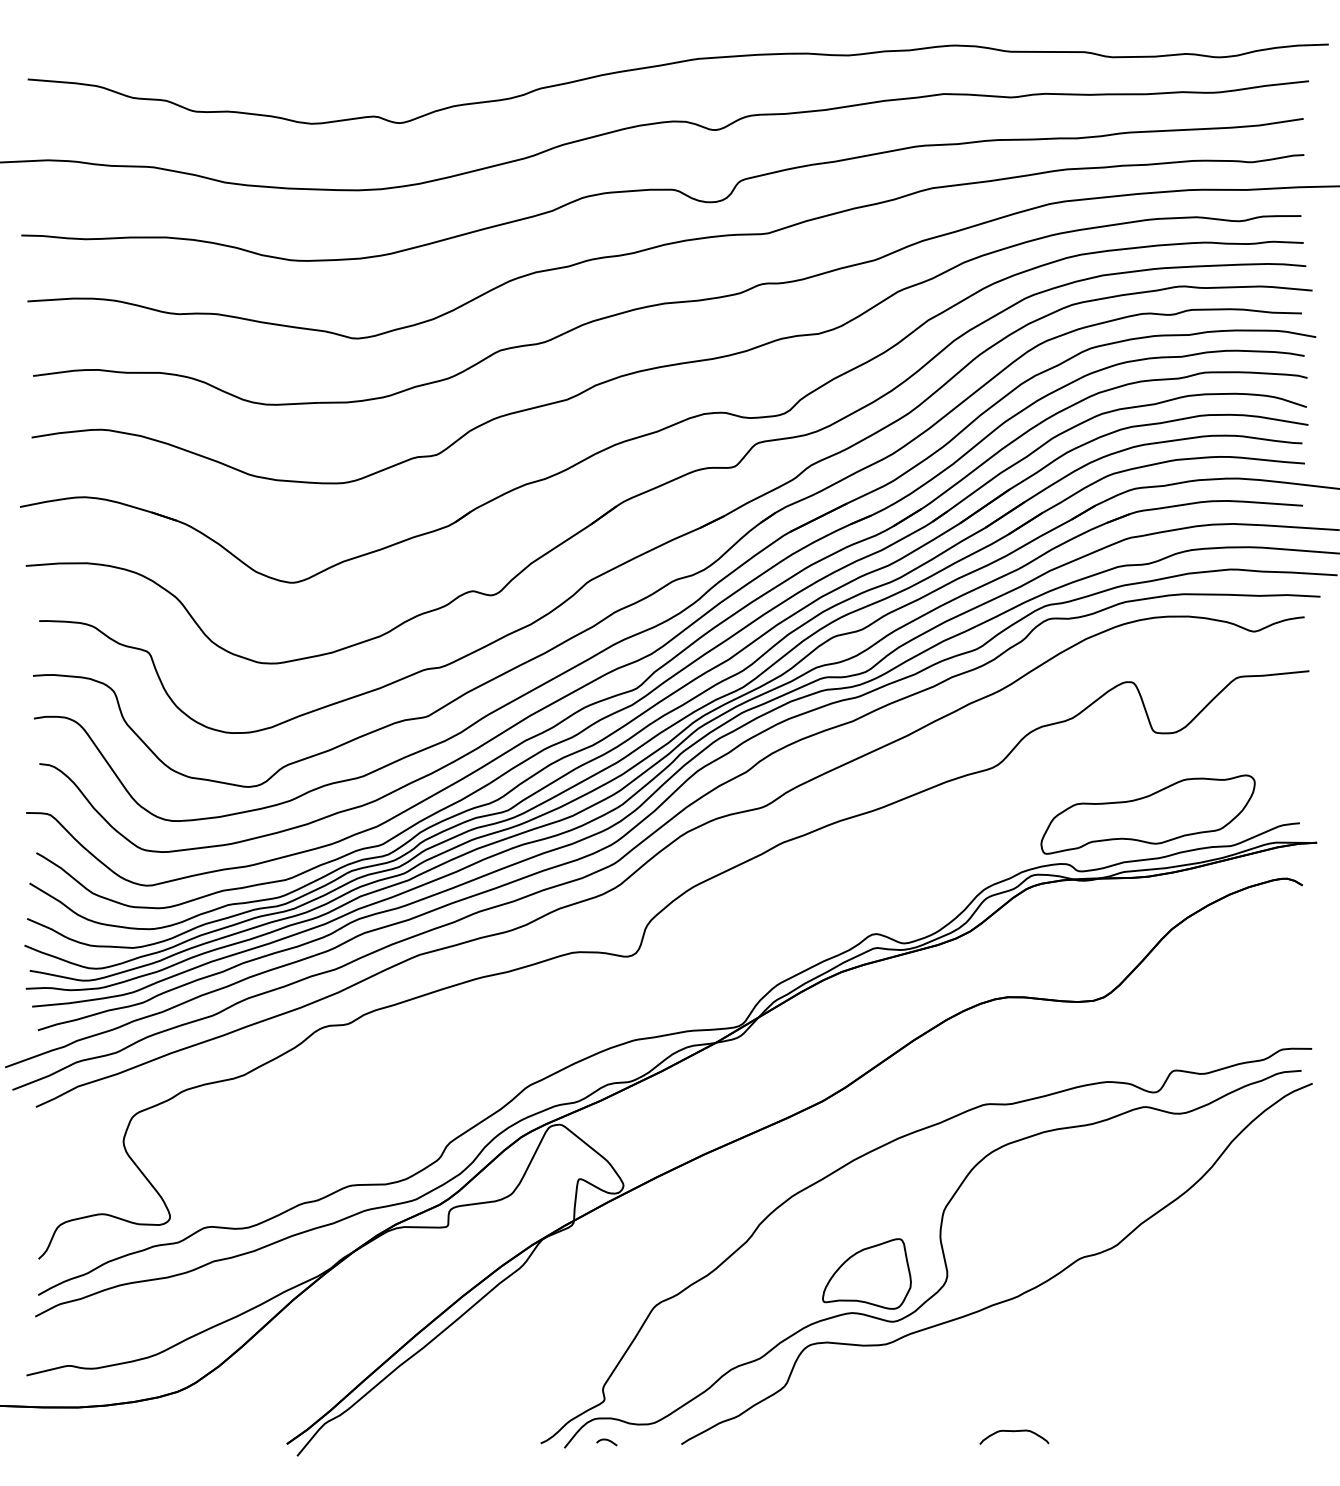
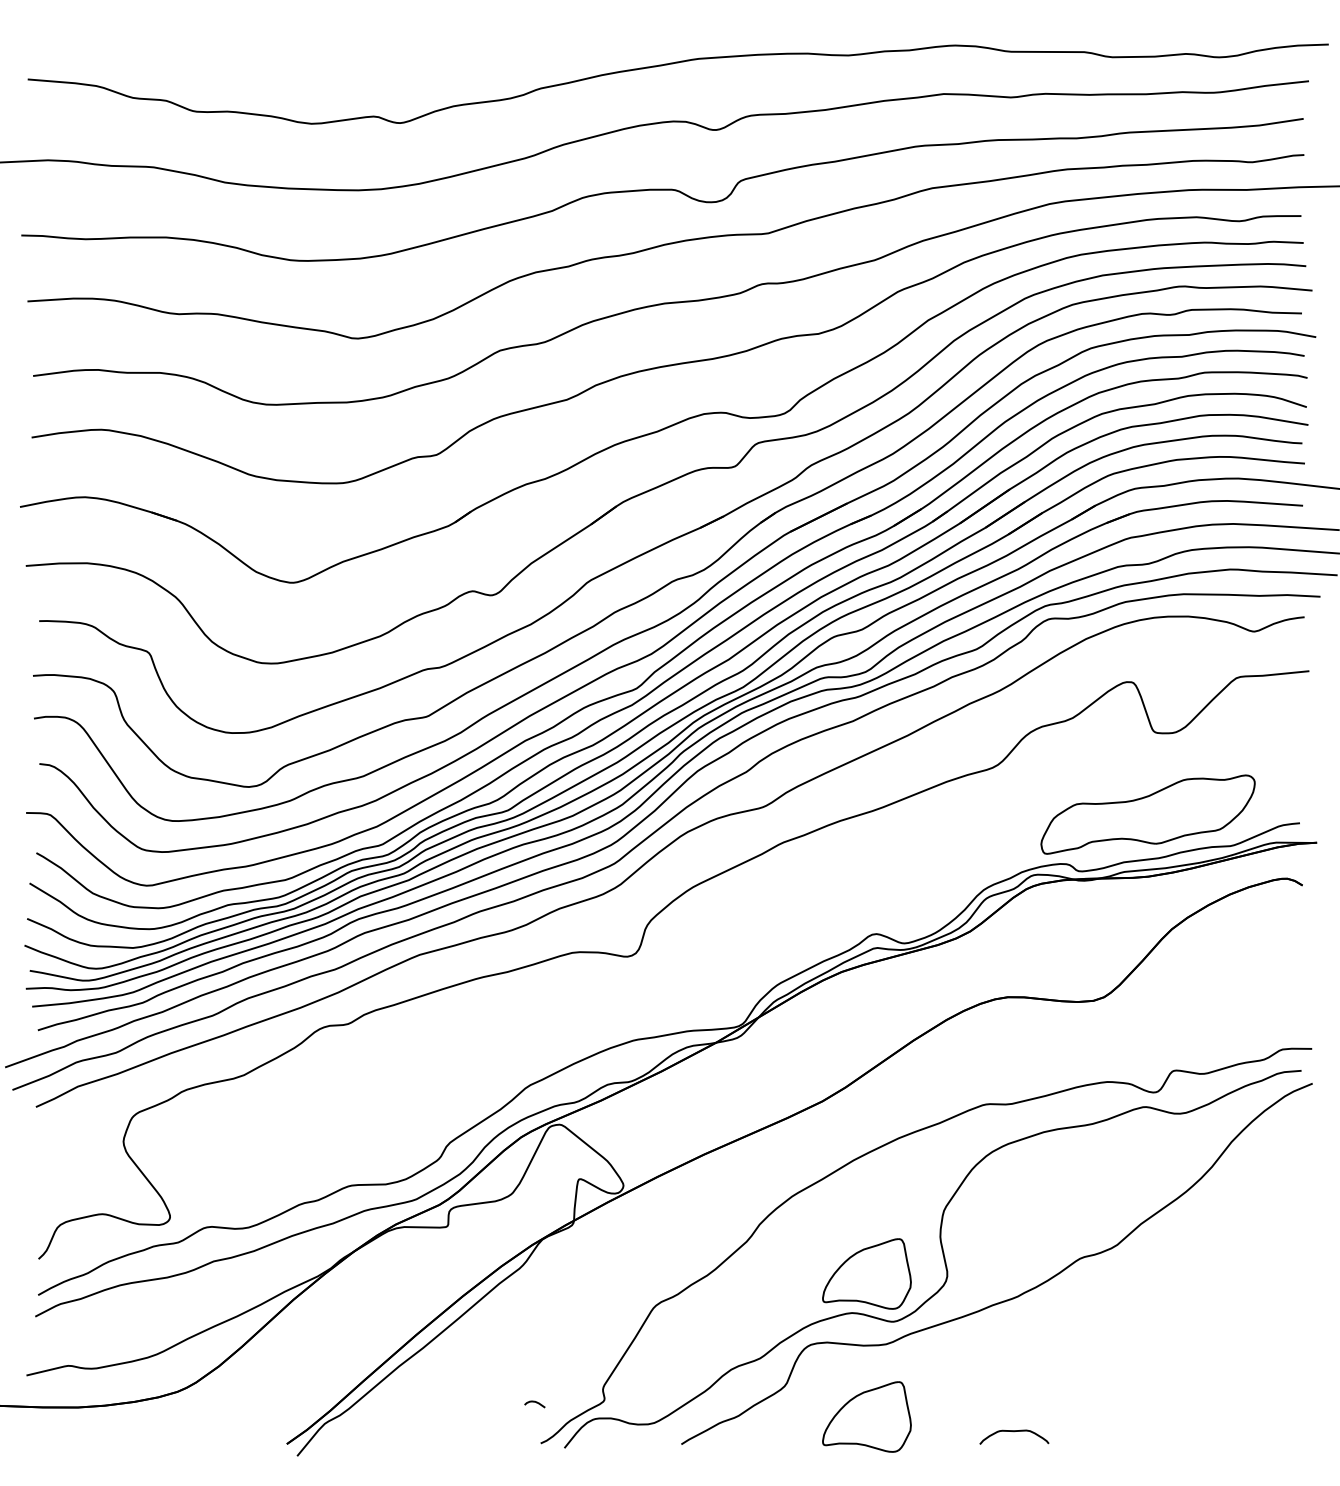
part at (866, 1416): none -> present
curve at (606, 1440) position: (606, 1440) -> (534, 1402)
